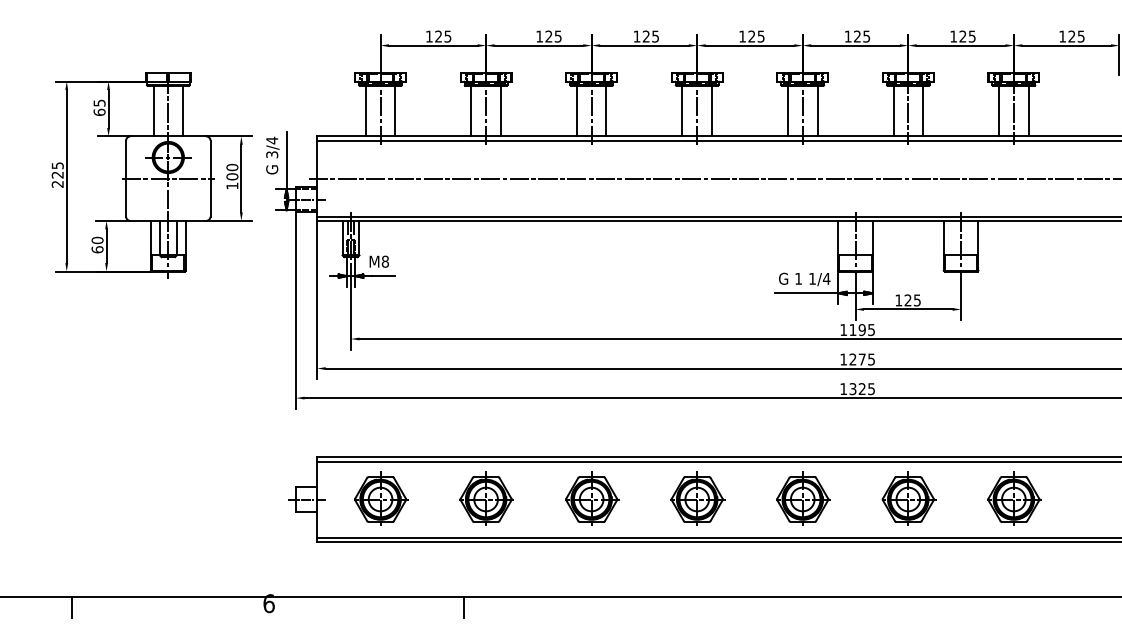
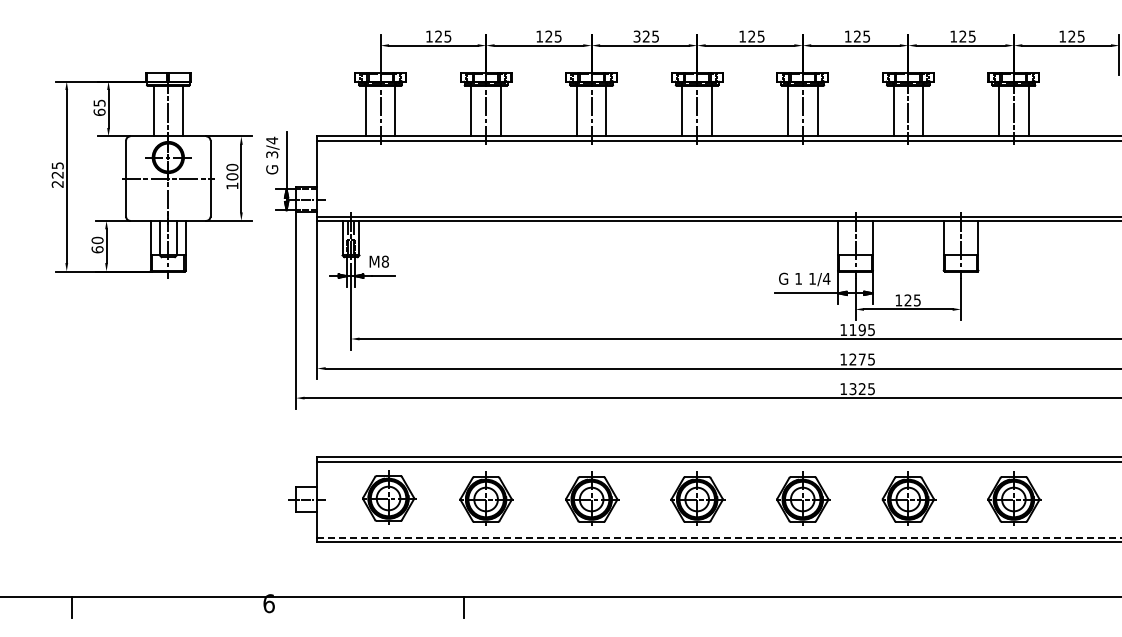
text at (636, 36): 125 -> 325
line at (713, 178): present -> none
part at (381, 498) position: (381, 498) -> (389, 497)
line at (720, 537): solid -> dashed
